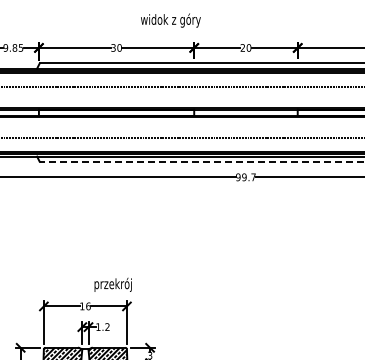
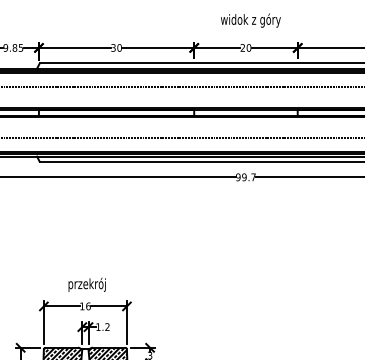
text at (170, 20) position: (170, 20) -> (250, 20)
line at (201, 161): dashed -> solid
text at (112, 284) position: (112, 284) -> (86, 284)
